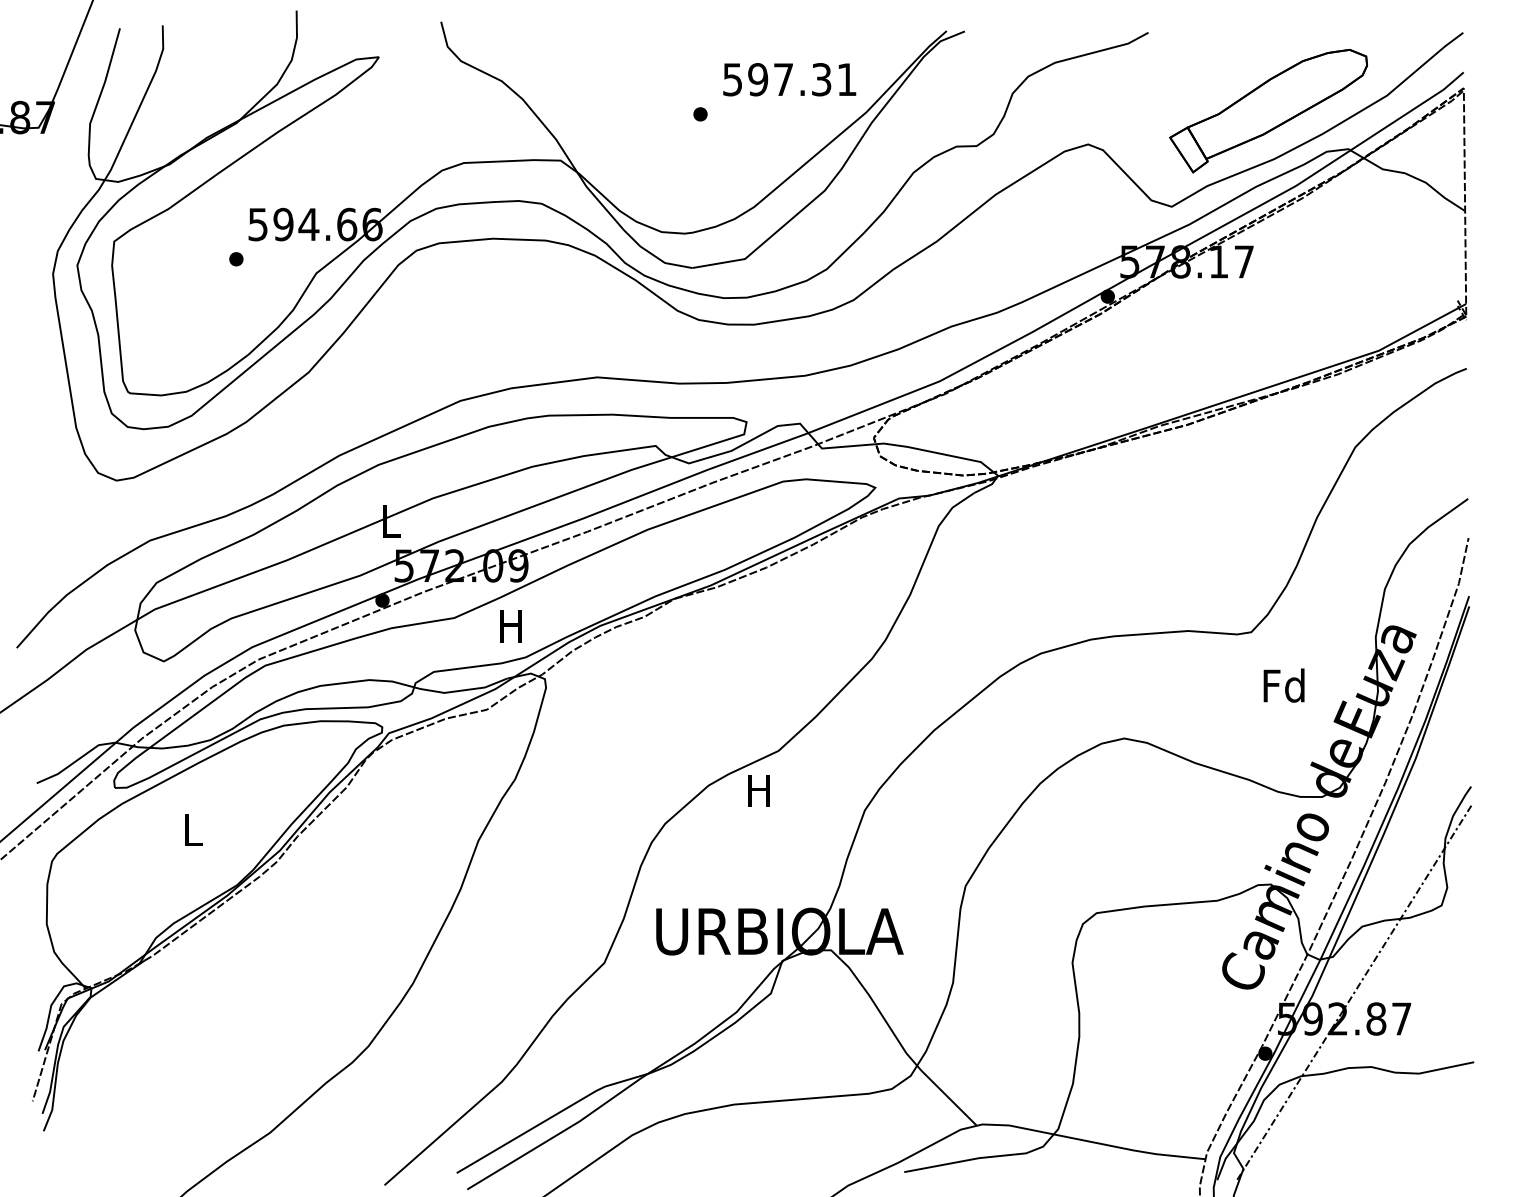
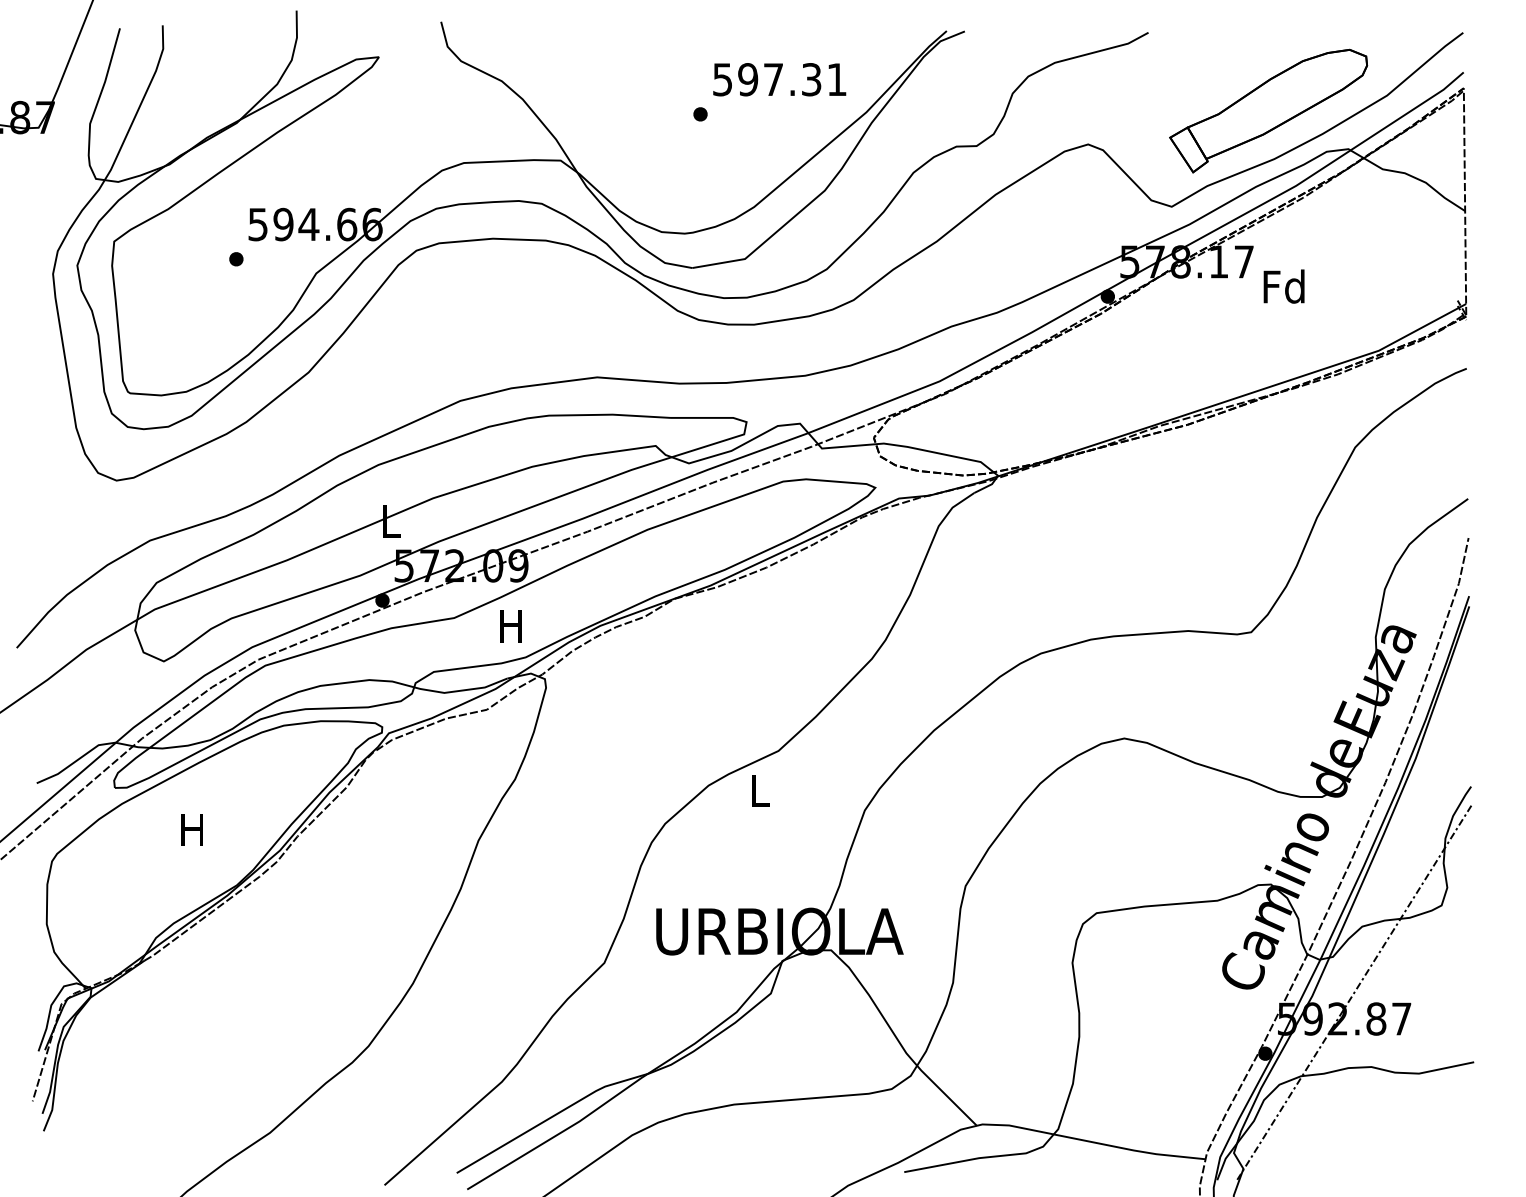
text at (789, 79) position: (789, 79) -> (779, 79)
text at (1283, 685) position: (1283, 685) -> (1283, 286)
text at (758, 790): H -> L
text at (191, 829): L -> H
